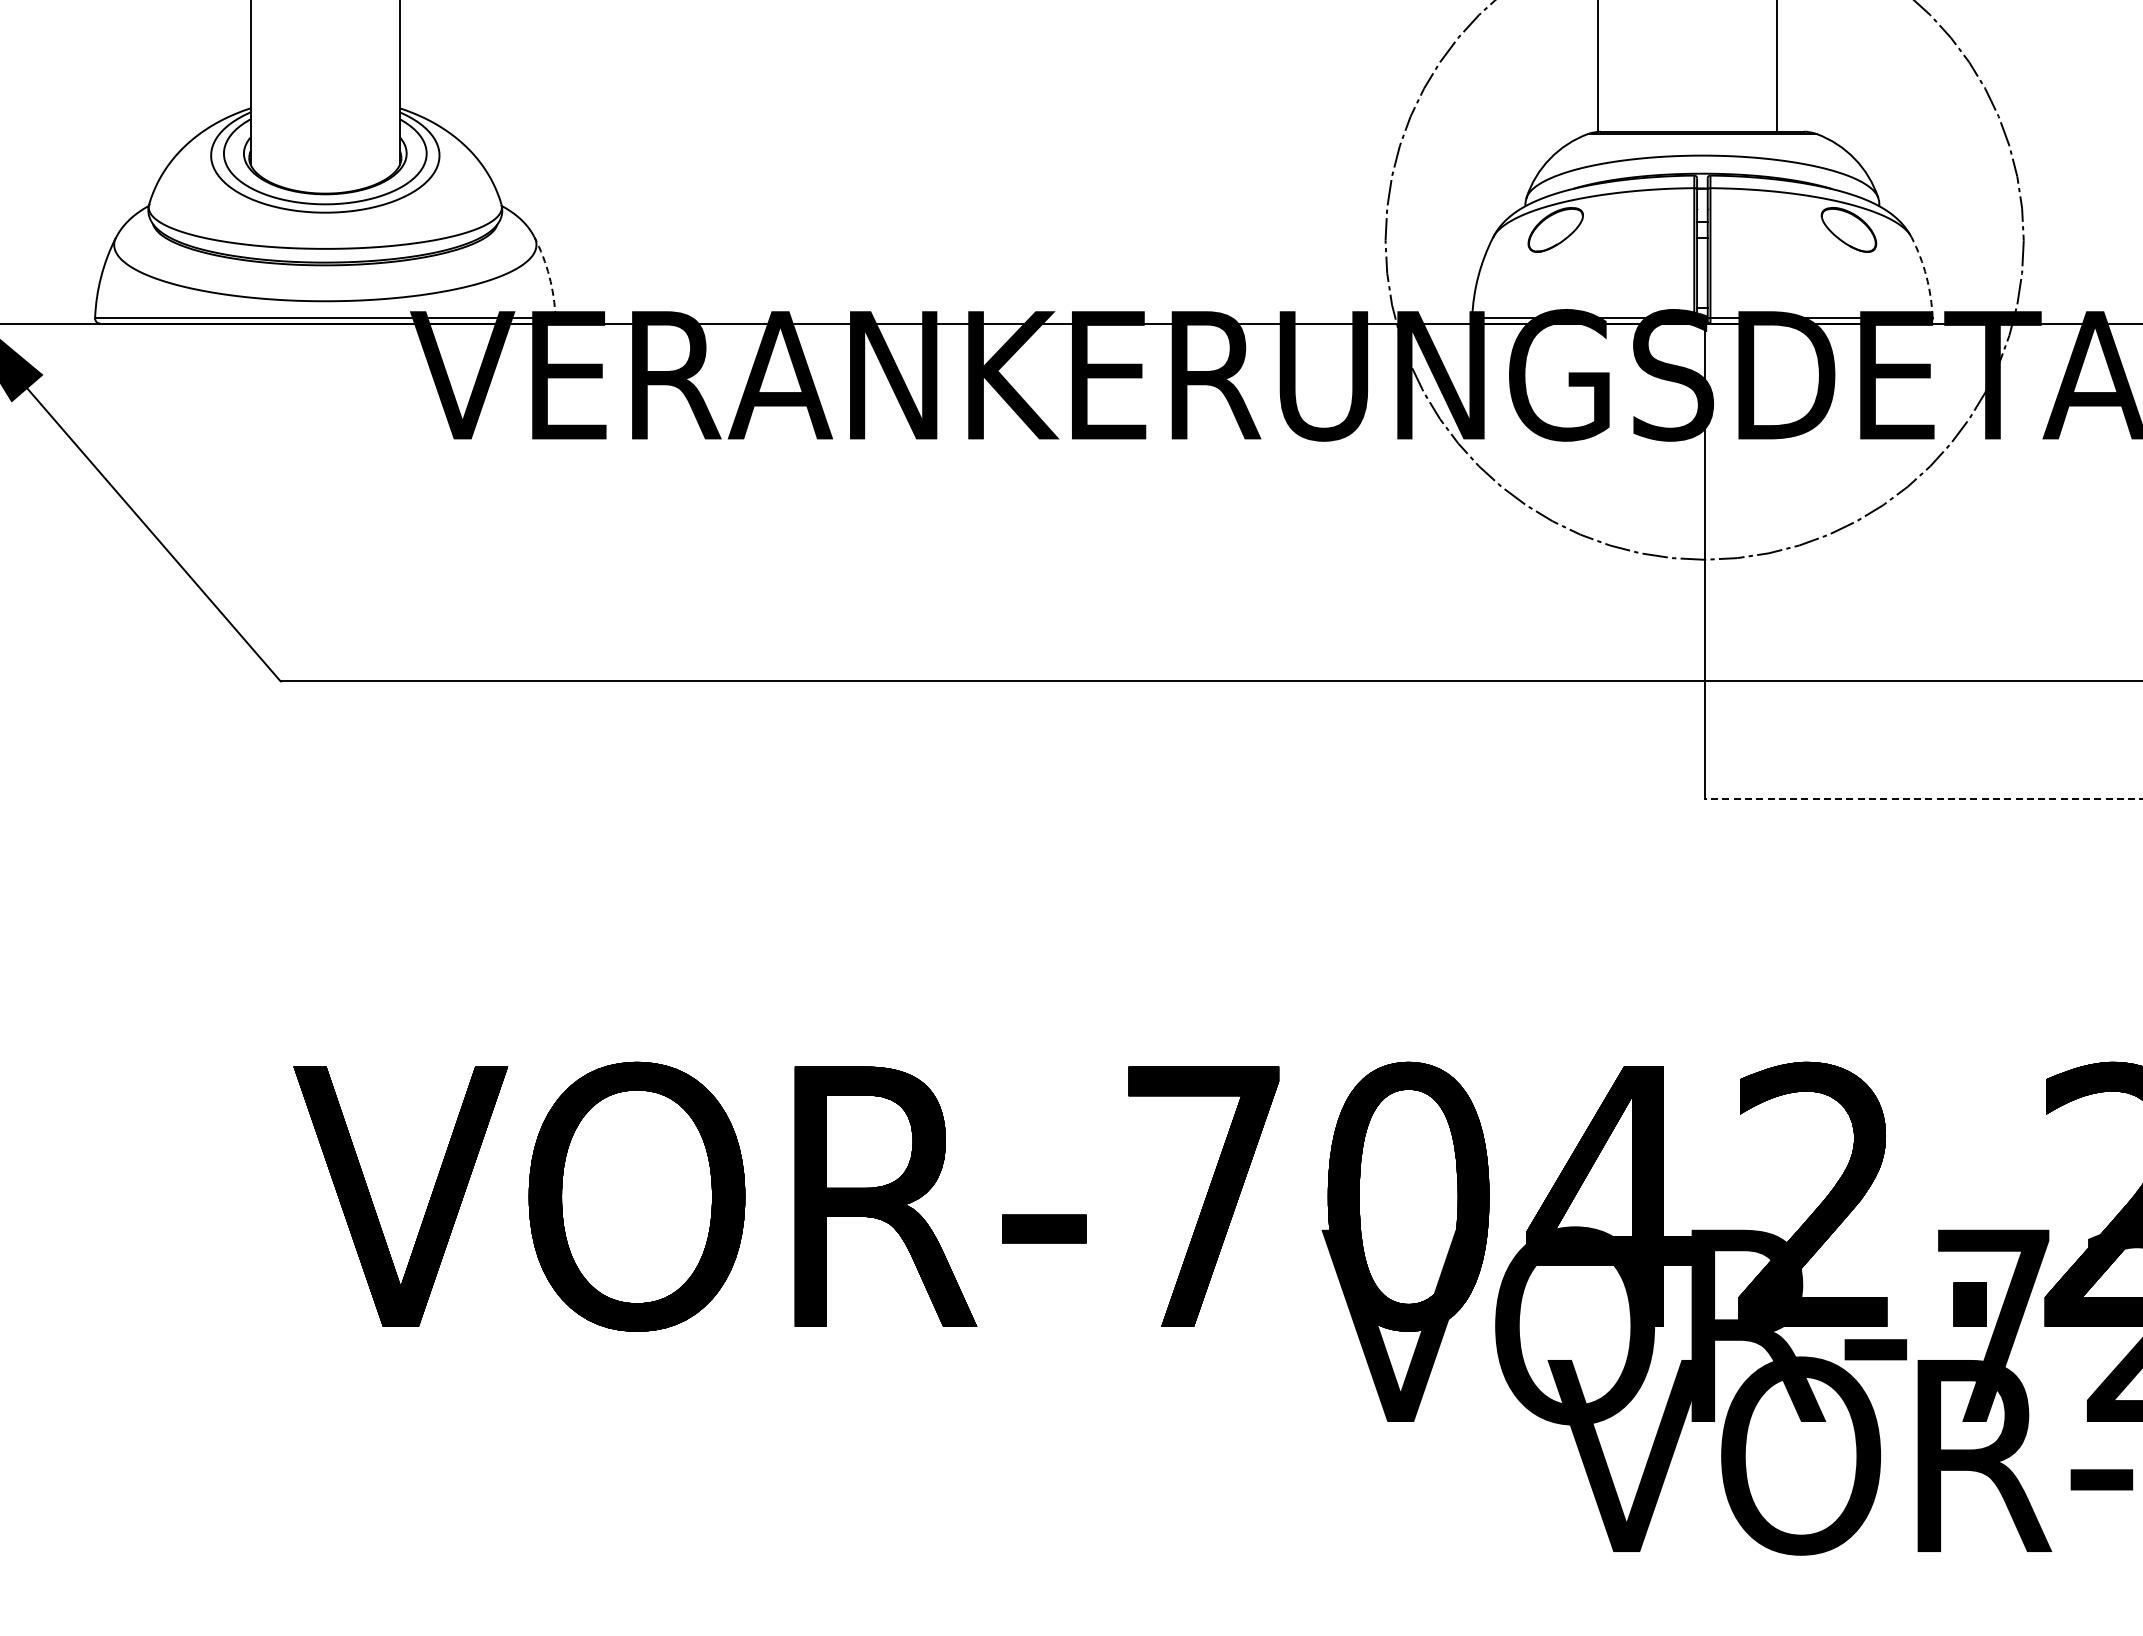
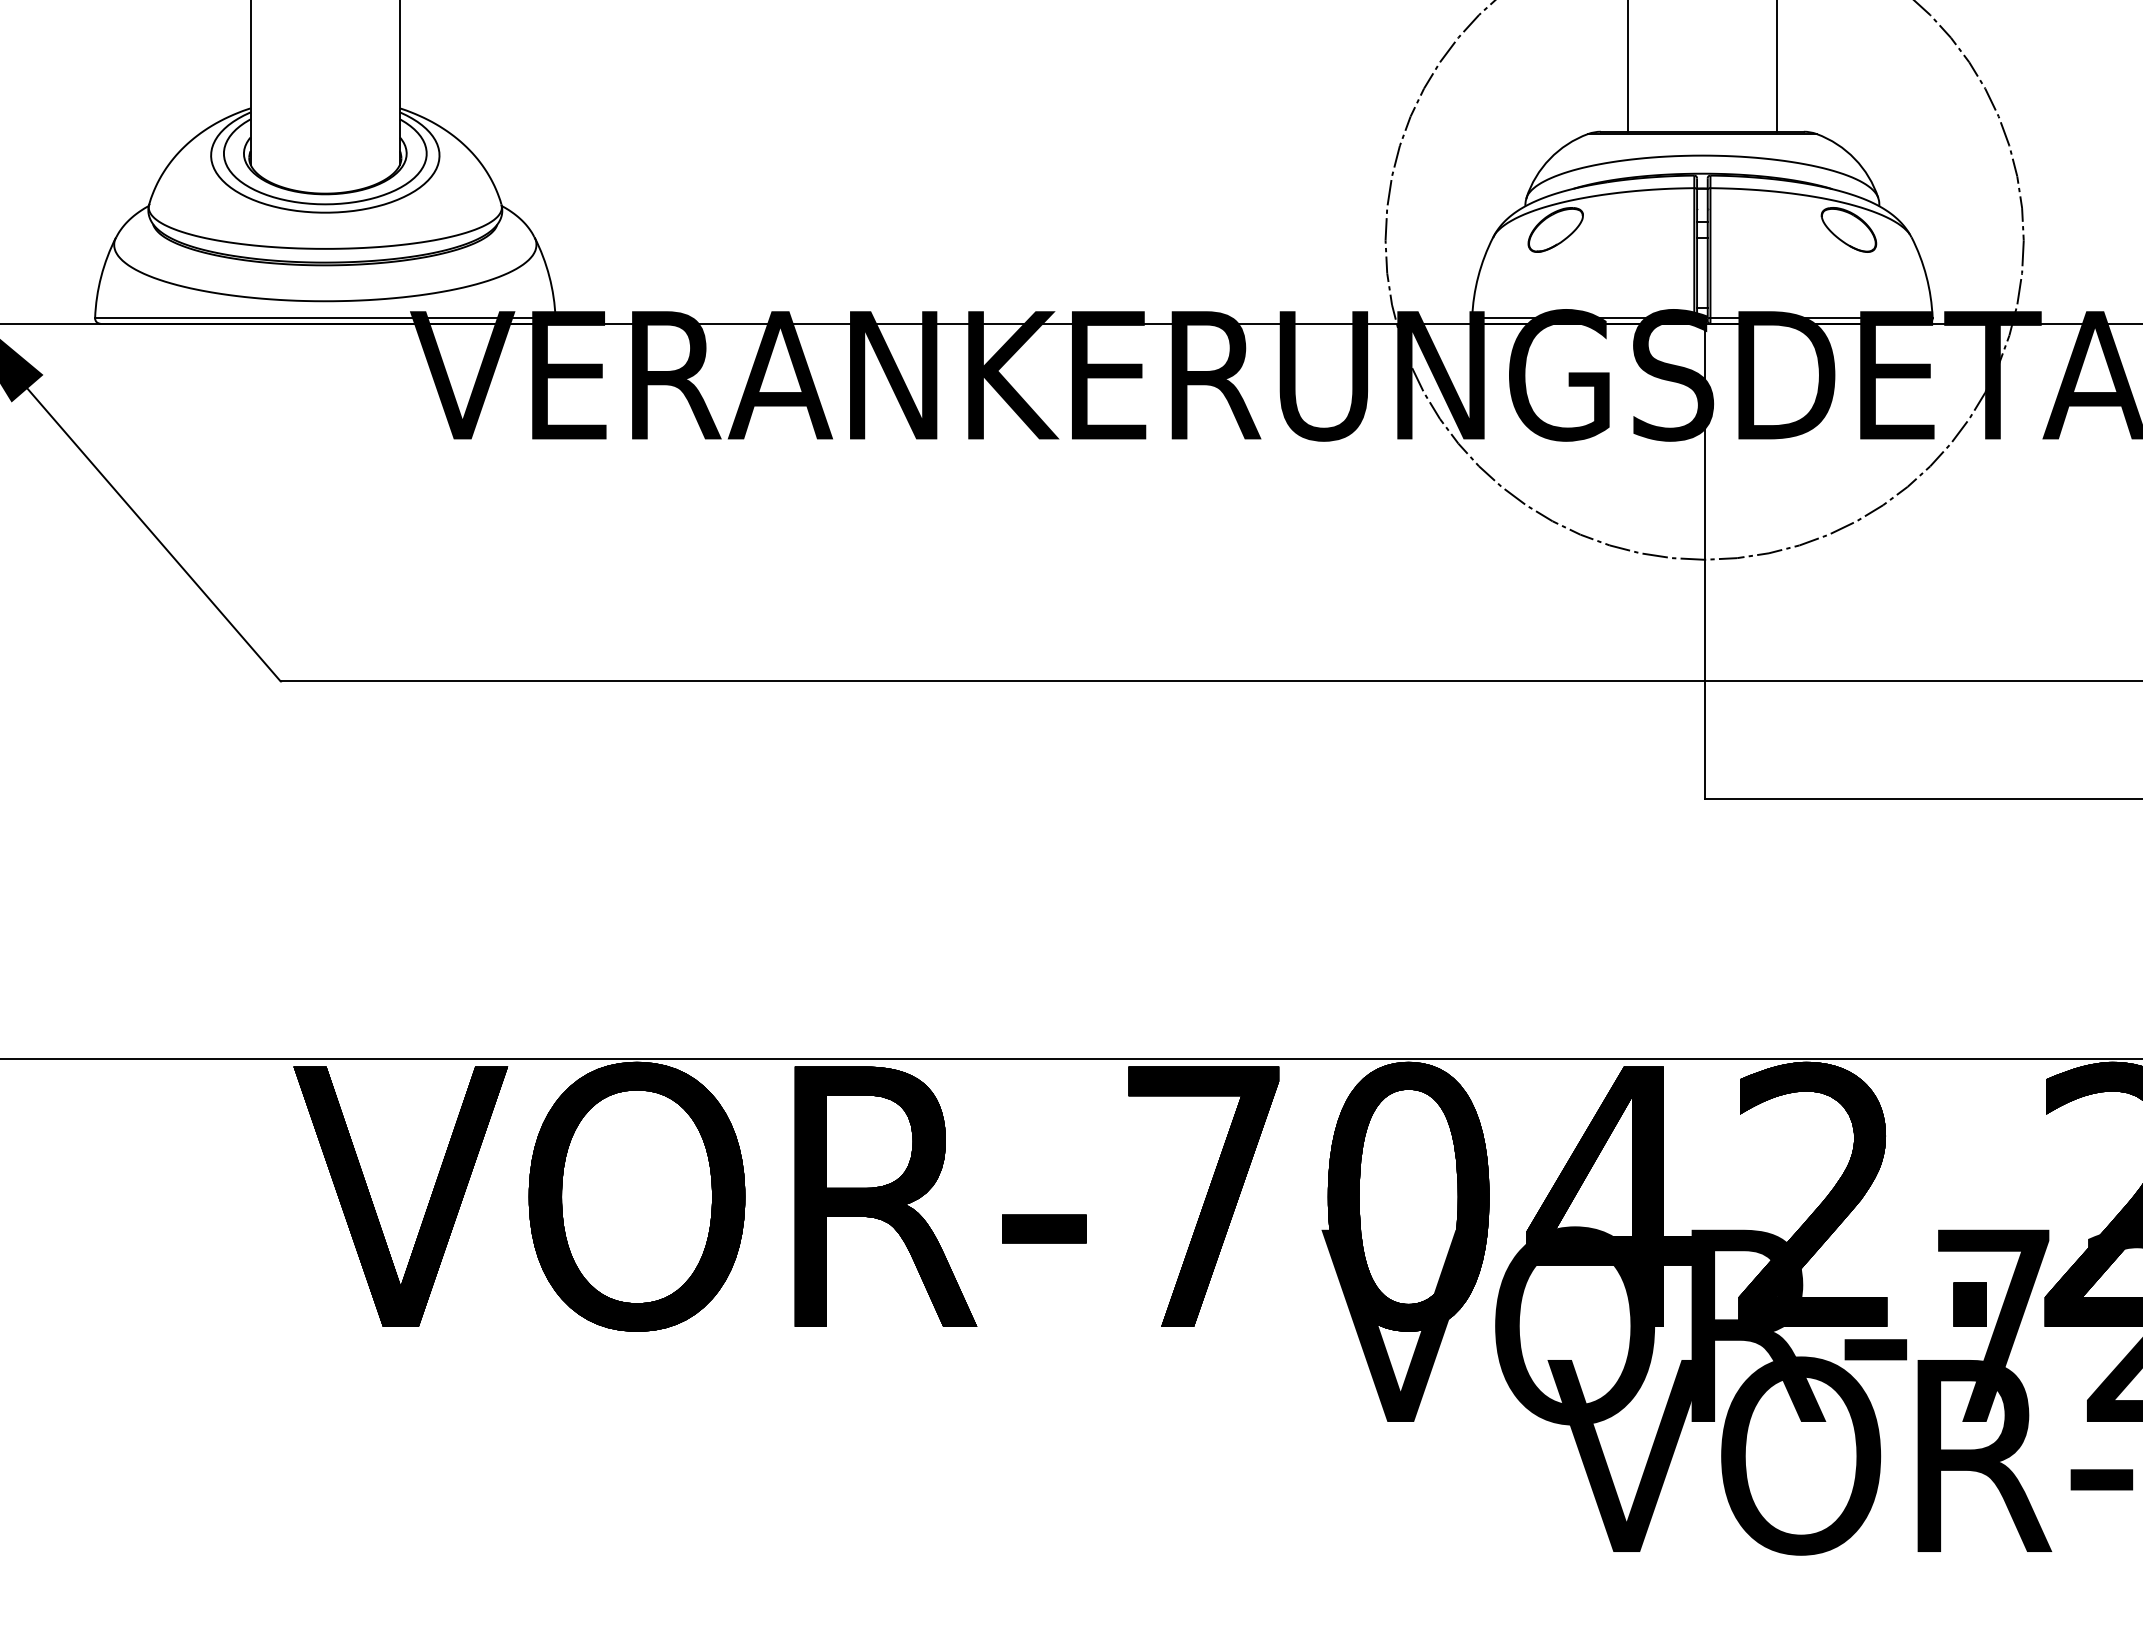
line at (1597, 66) position: (1597, 66) -> (1627, 66)
arc at (549, 276): dashed -> solid
arc at (1926, 276): dashed -> solid
line at (1923, 799): dashed -> solid
line at (1070, 1058): none -> present
